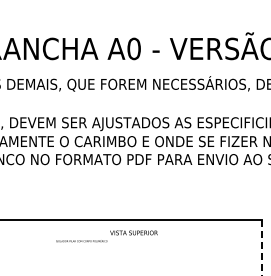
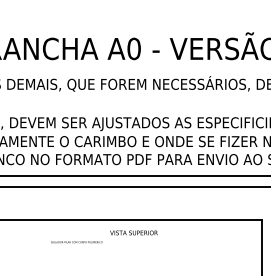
line at (134, 175): none -> present
line at (134, 186): none -> present
text at (81, 241) position: (81, 241) -> (76, 242)
line at (261, 247): dashed -> solid
